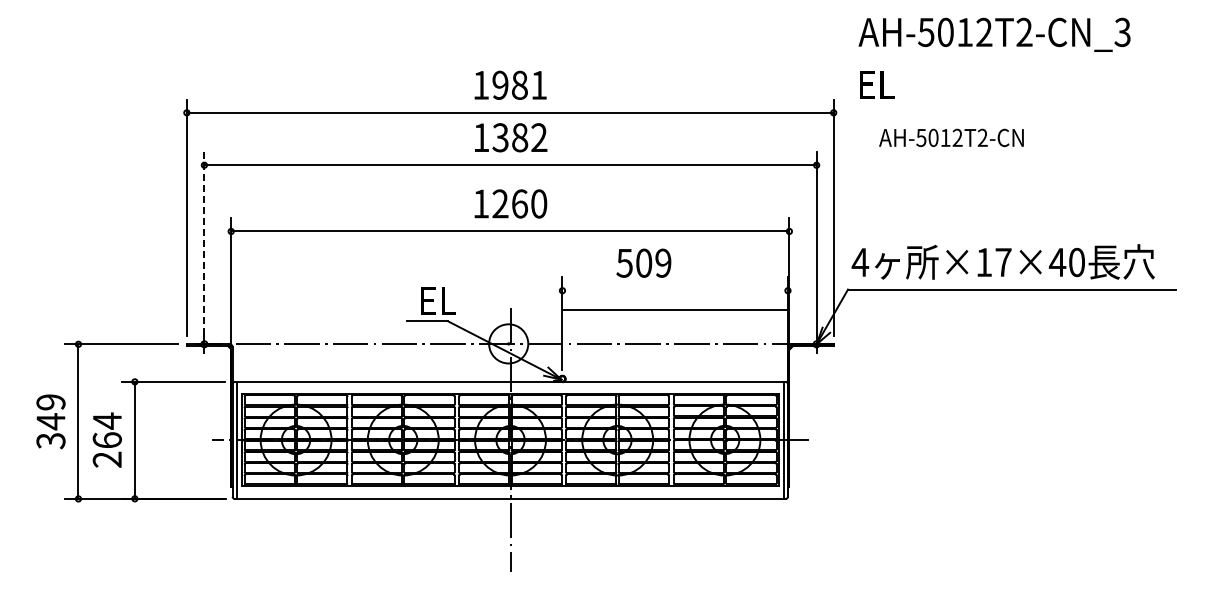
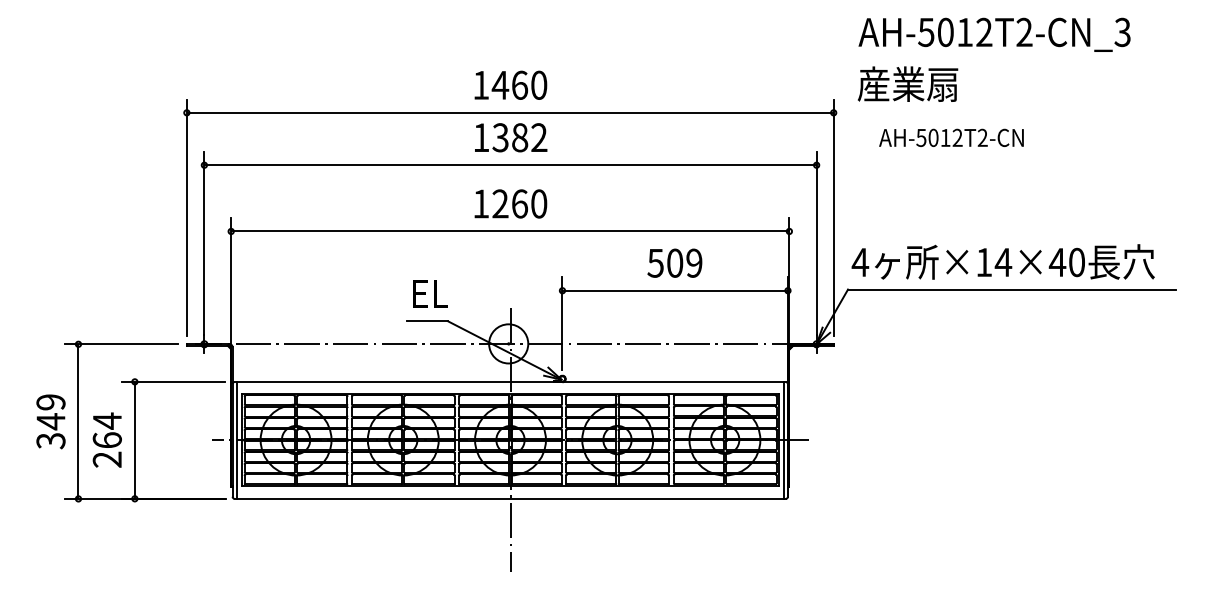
text at (907, 83): EL -> 産業扇
text at (519, 84): 1981 -> 1460
line at (204, 243): dashed -> solid
text at (643, 262) position: (643, 262) -> (674, 262)
text at (1003, 262): ×17×40 -> ×14×40
text at (438, 300) position: (438, 300) -> (430, 293)
line at (675, 309) position: (675, 309) -> (675, 290)
